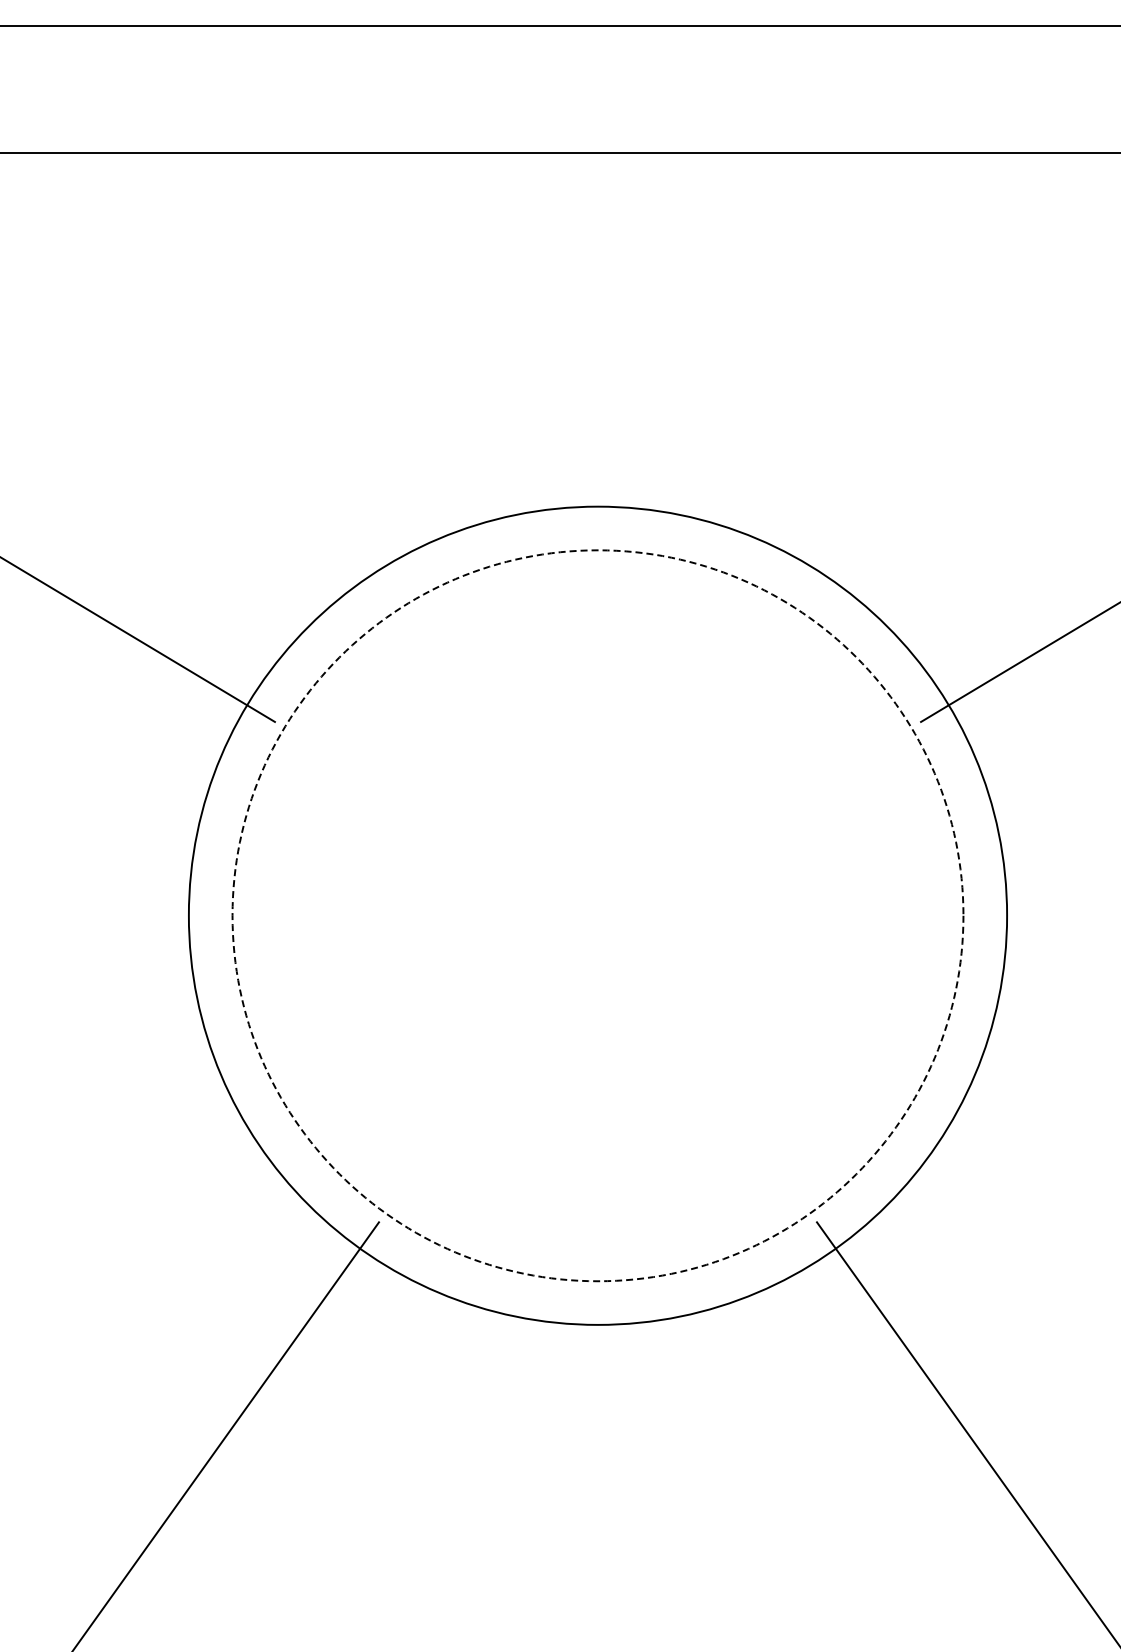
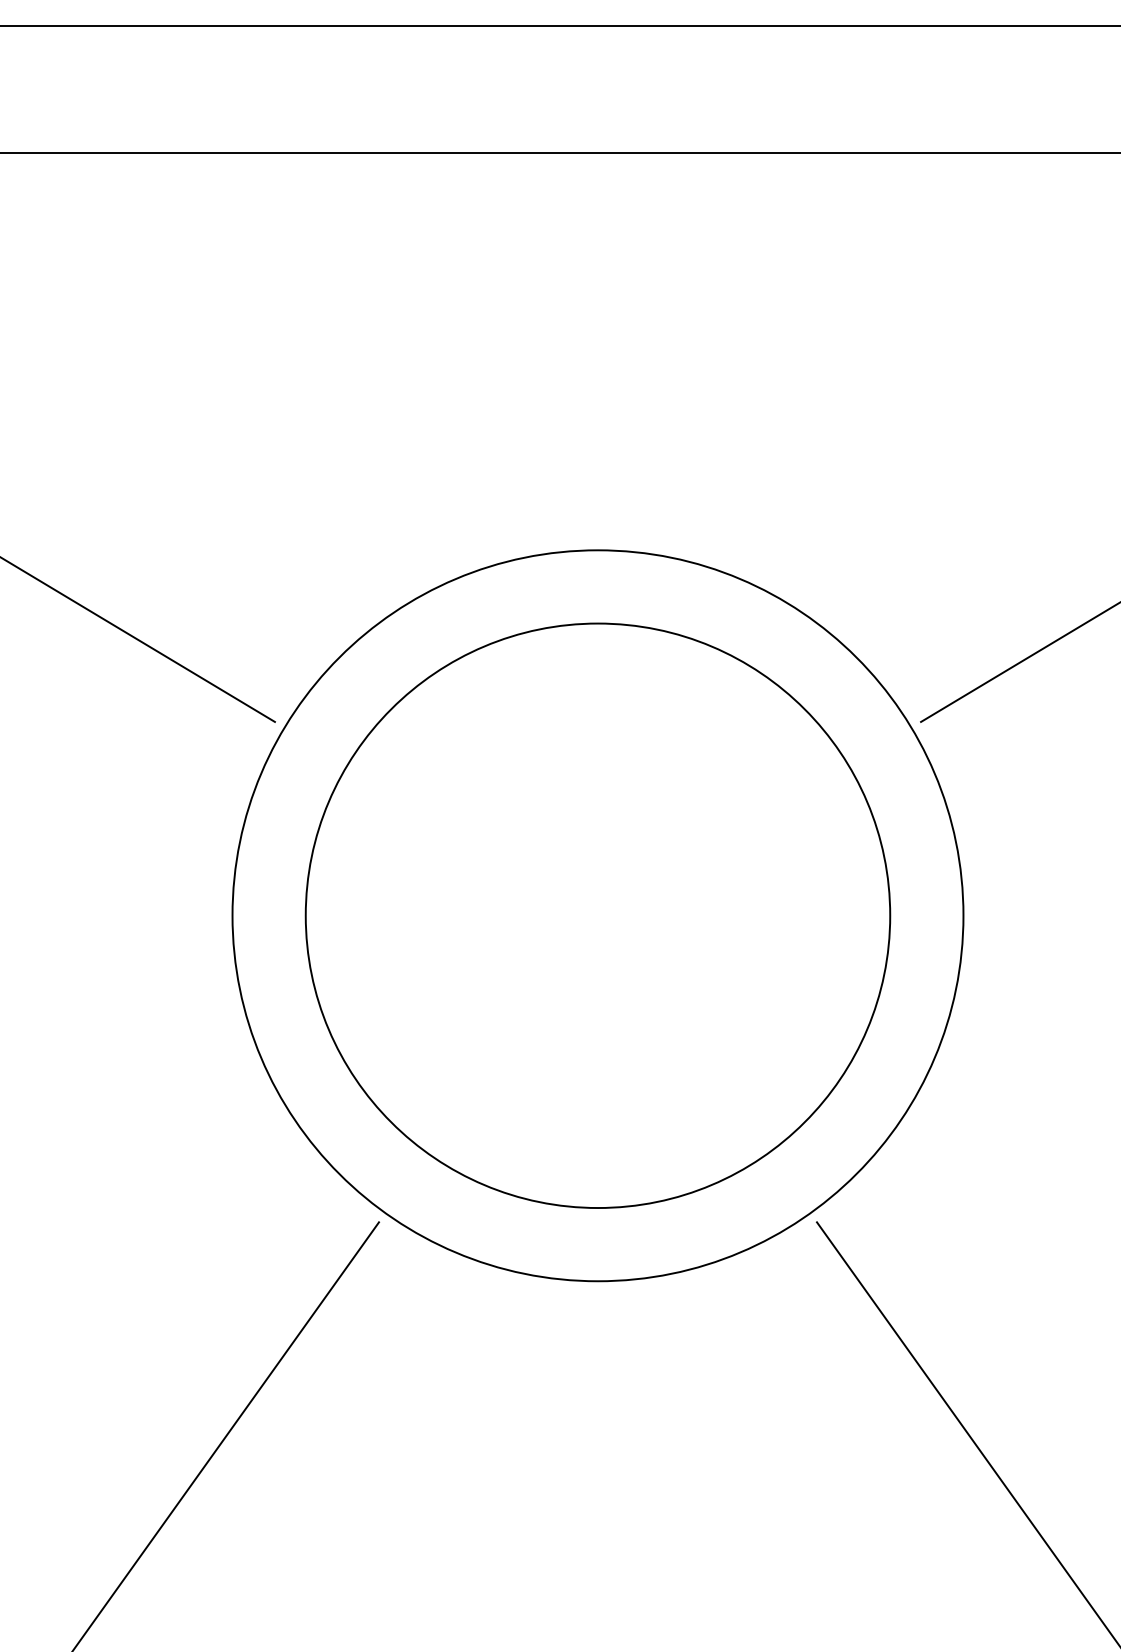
circle at (597, 915) diameter: 818 px -> 584 px
circle at (597, 915): dashed -> solid
